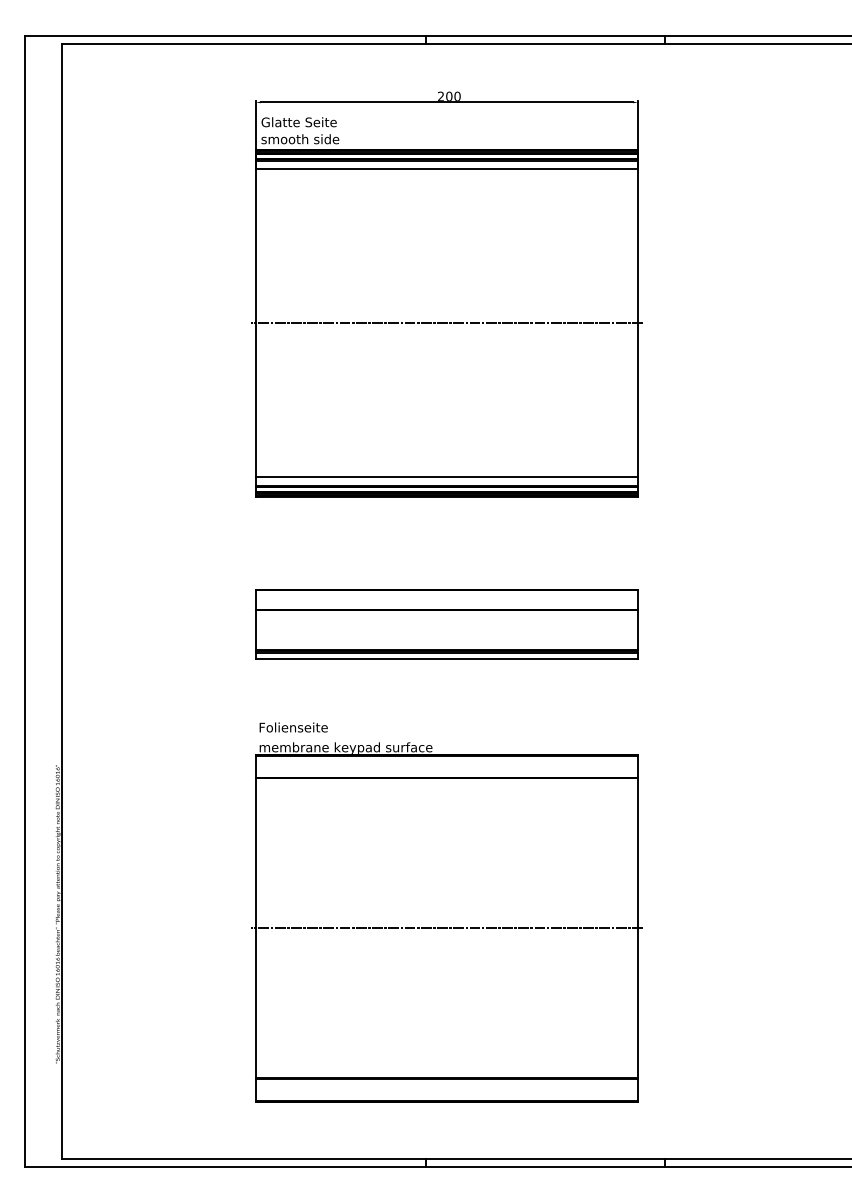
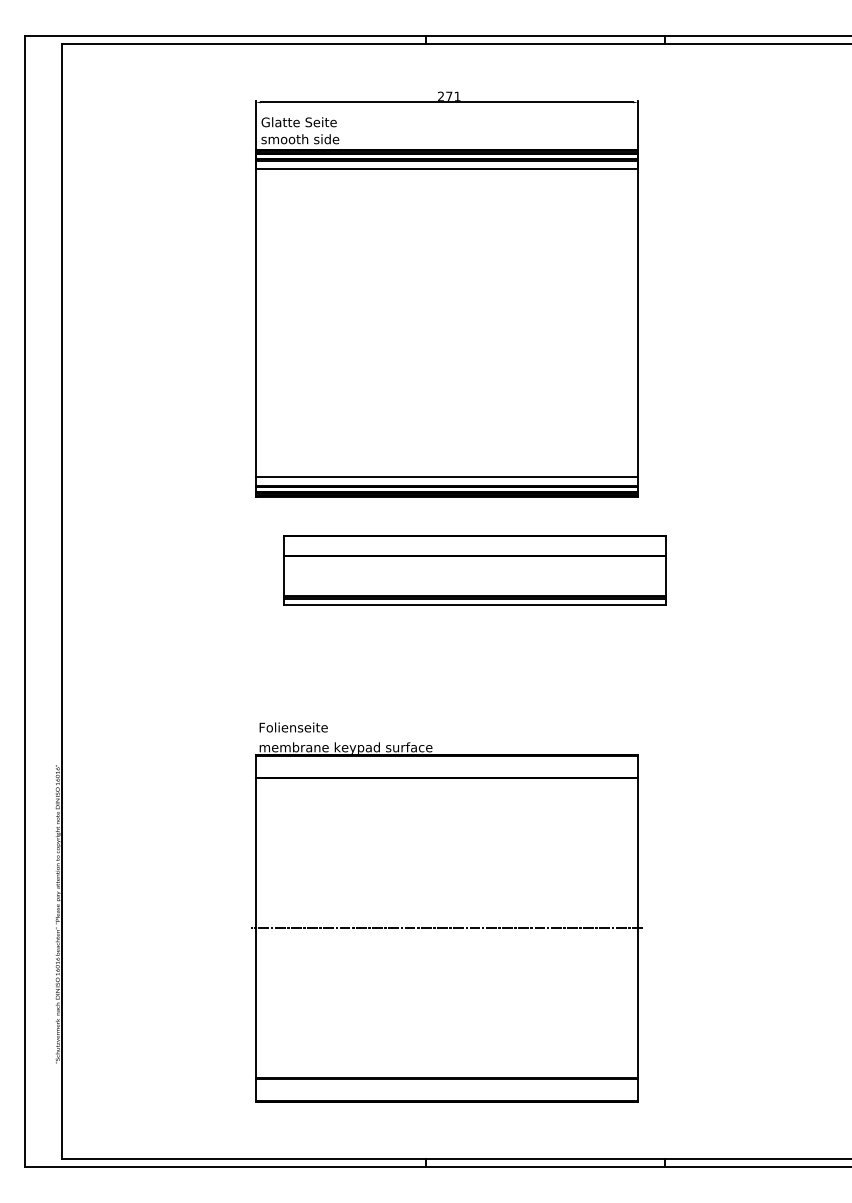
text at (453, 95): 200 -> 271
line at (446, 323): present -> none
part at (446, 624) position: (446, 624) -> (474, 570)
